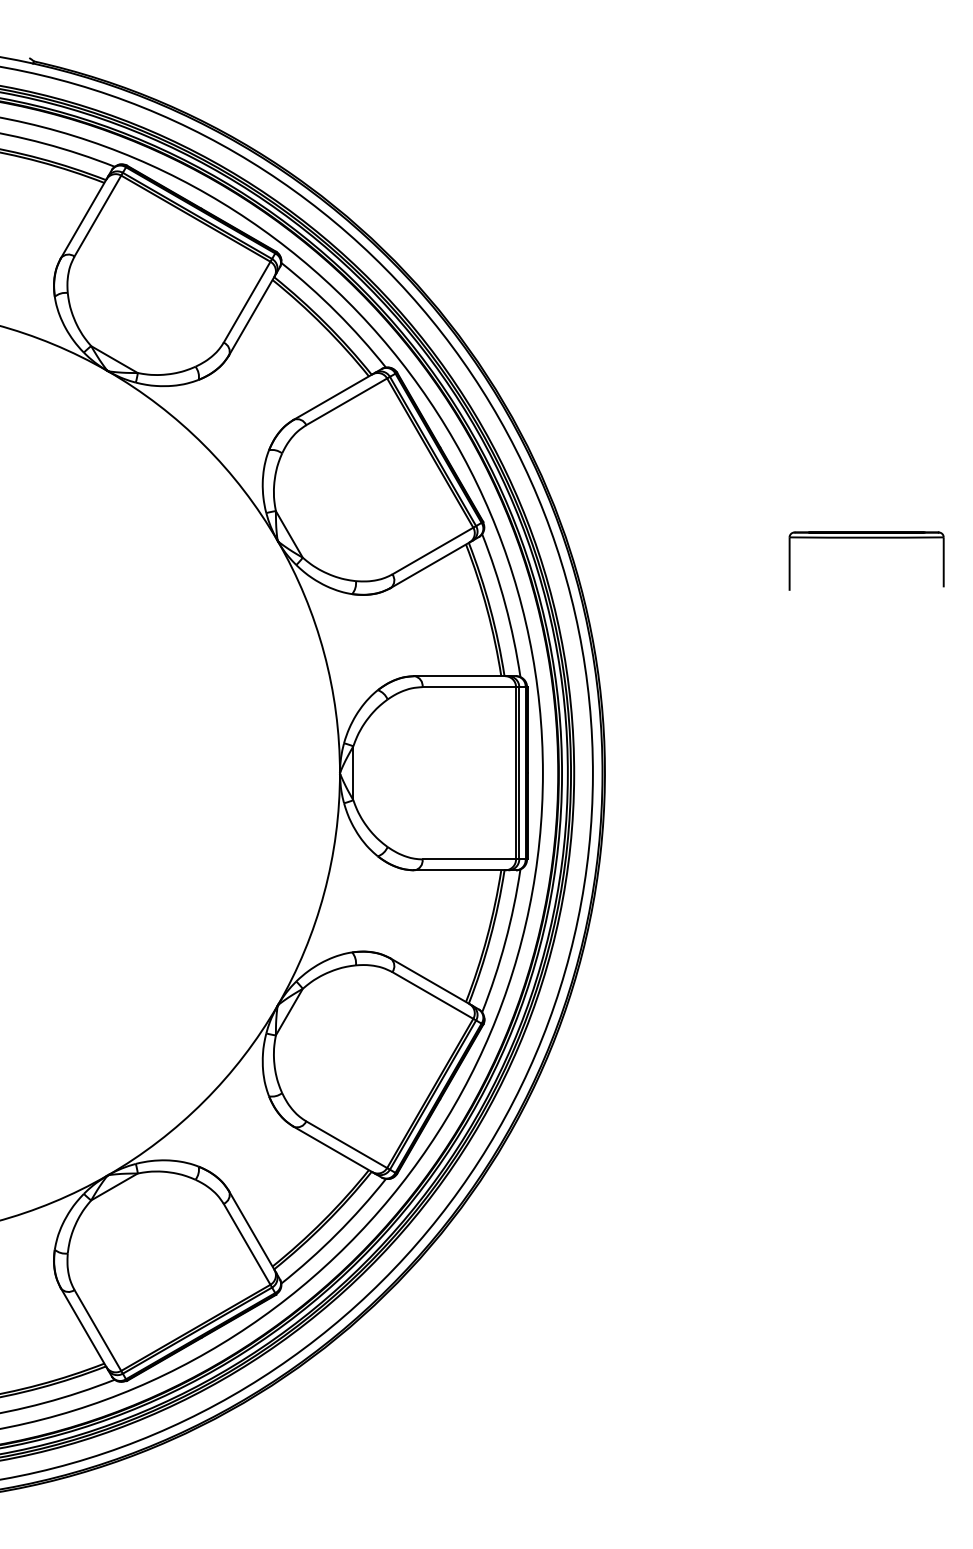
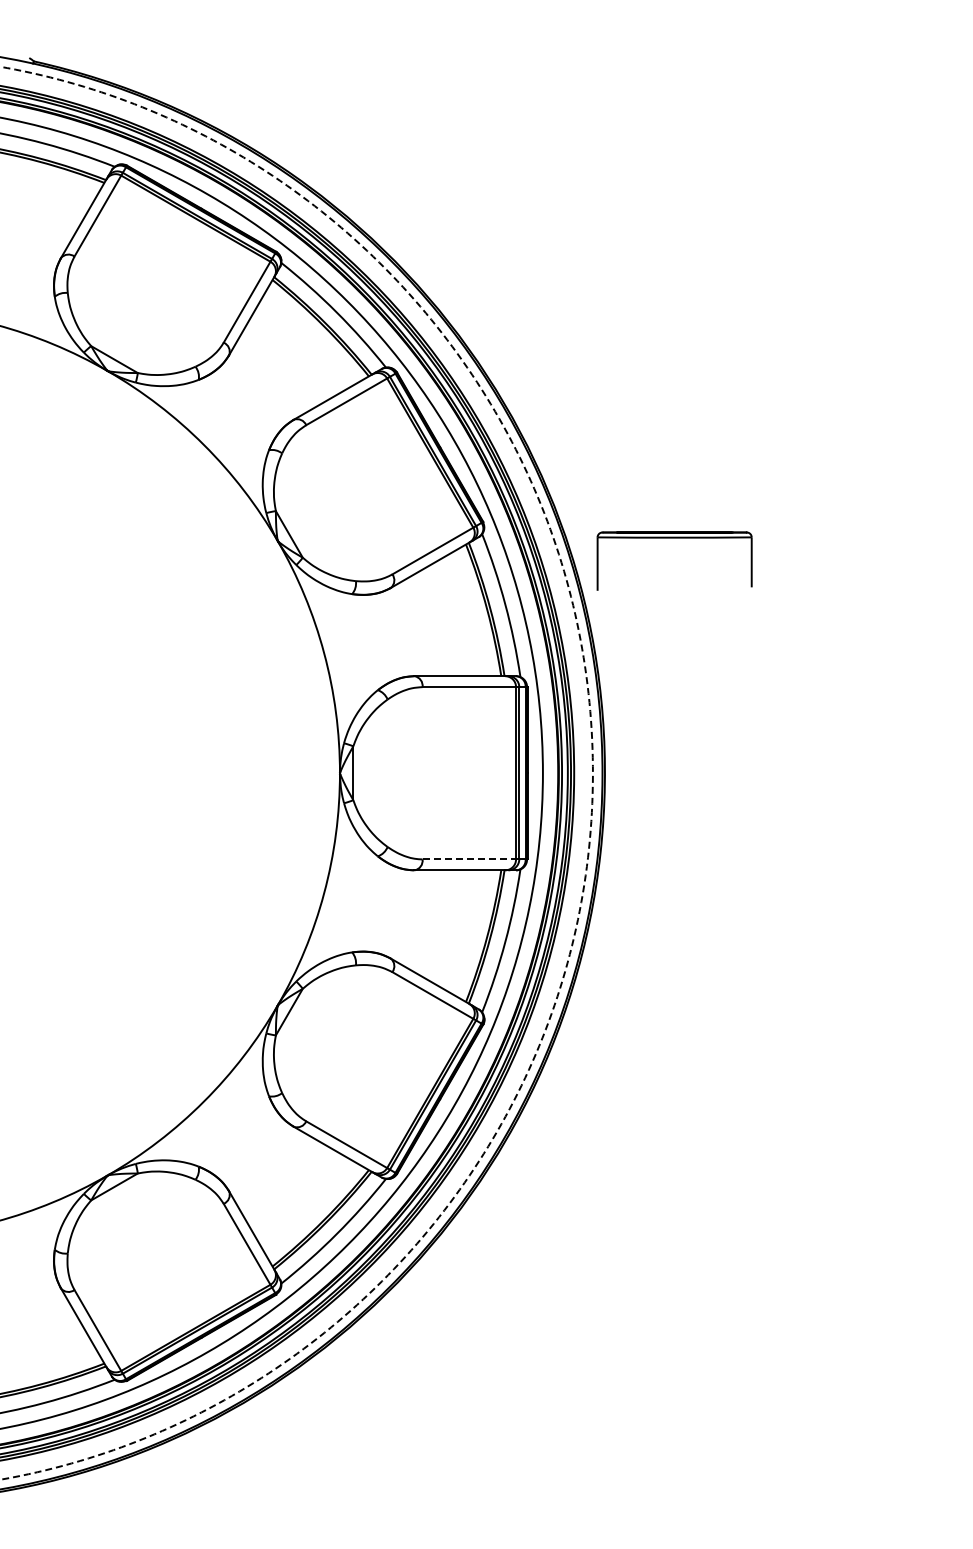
part at (866, 538) position: (866, 538) -> (674, 538)
arc at (592, 773): solid -> dashed
line at (469, 859): solid -> dashed
